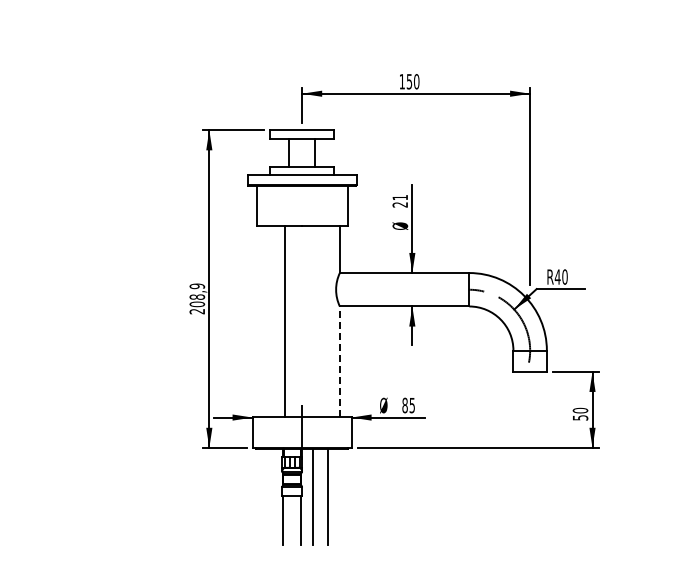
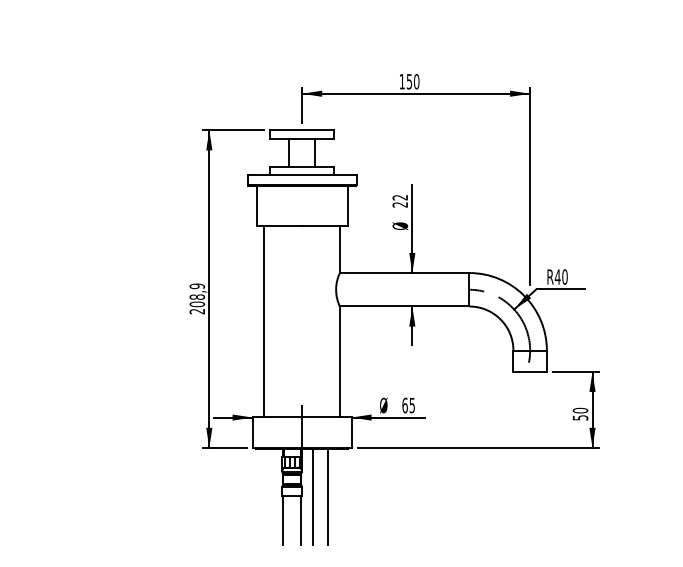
text at (399, 197): 21 -> 22
line at (285, 321) position: (285, 321) -> (264, 321)
line at (339, 361): dashed -> solid
text at (404, 405): 85 -> 65
